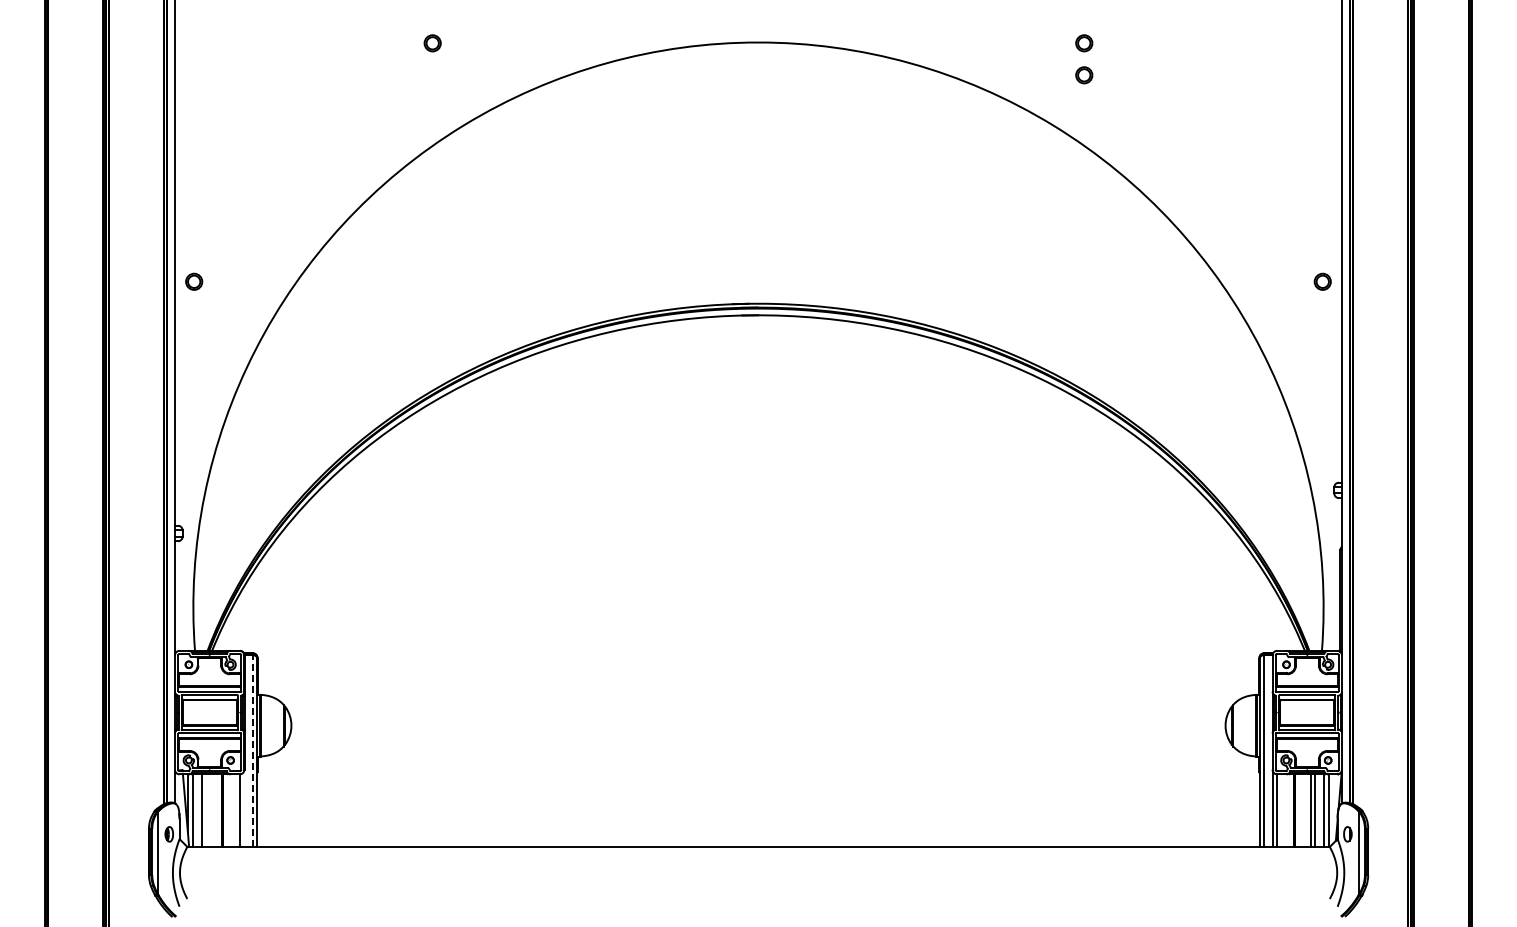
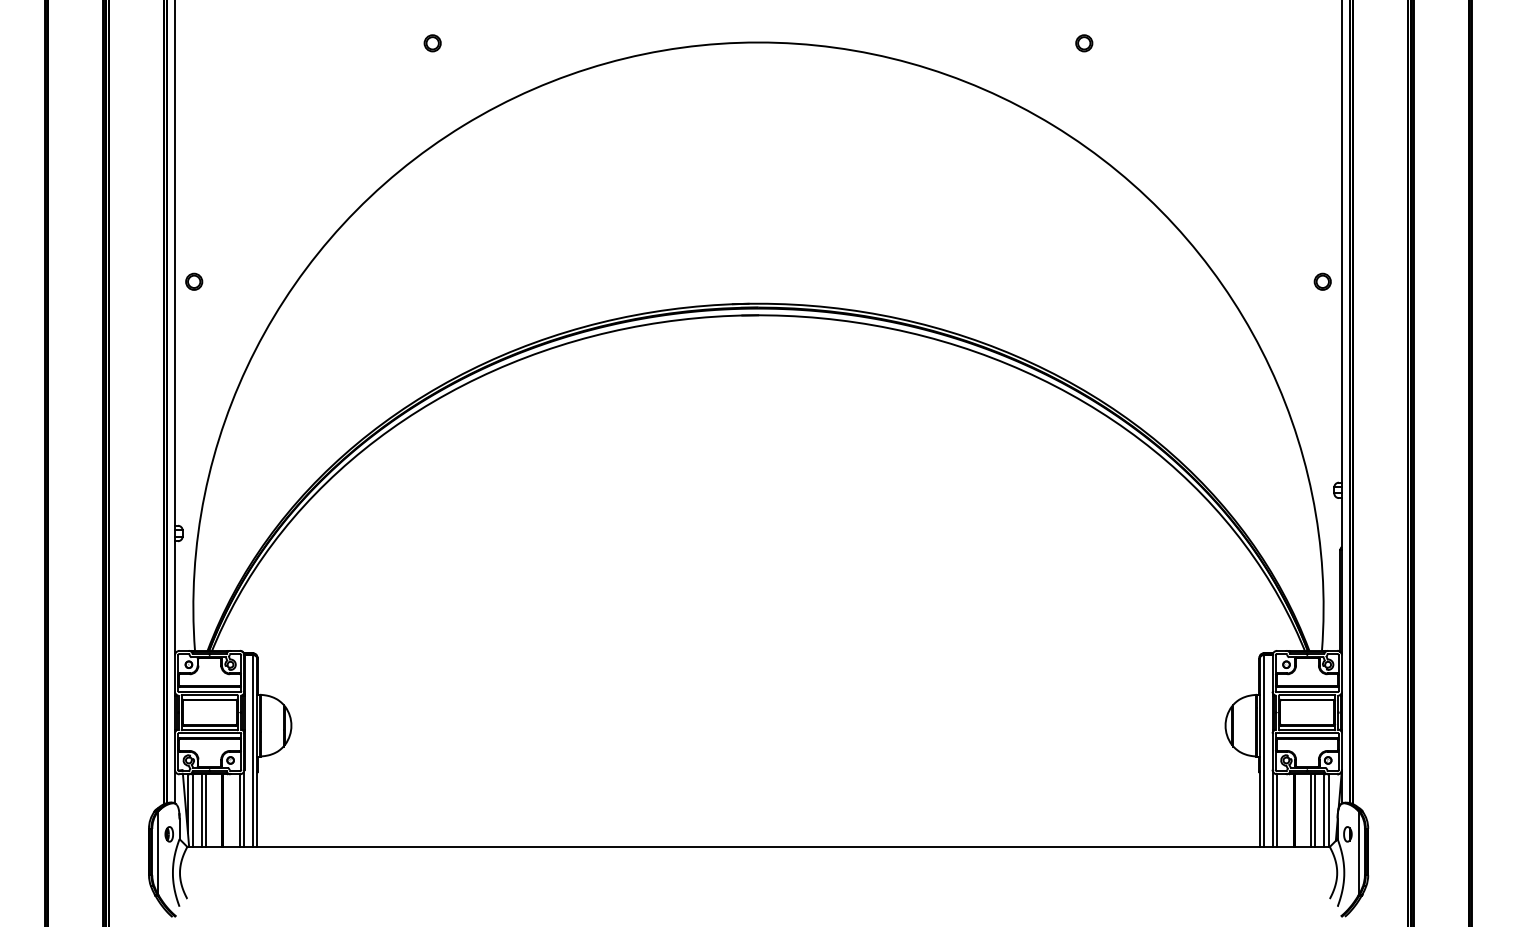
circle at (1084, 75): present -> none
line at (252, 750): dashed -> solid
line at (243, 809): none -> present
line at (205, 810): none -> present
